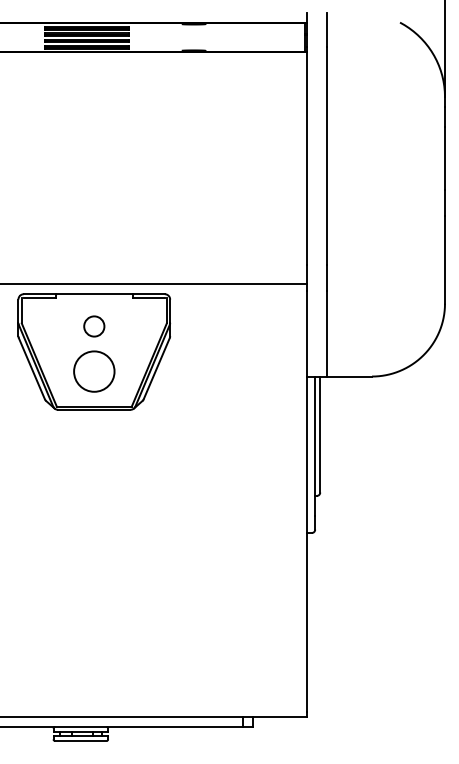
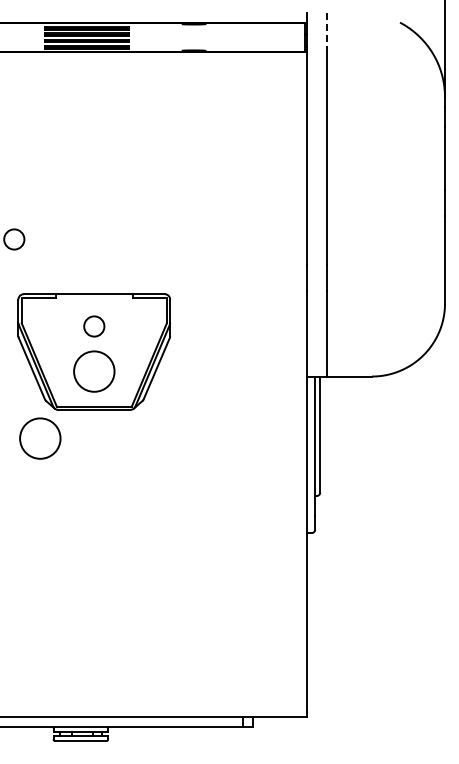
line at (326, 30): solid -> dashed
part at (14, 239): none -> present
line at (154, 283): present -> none
part at (40, 438): none -> present
